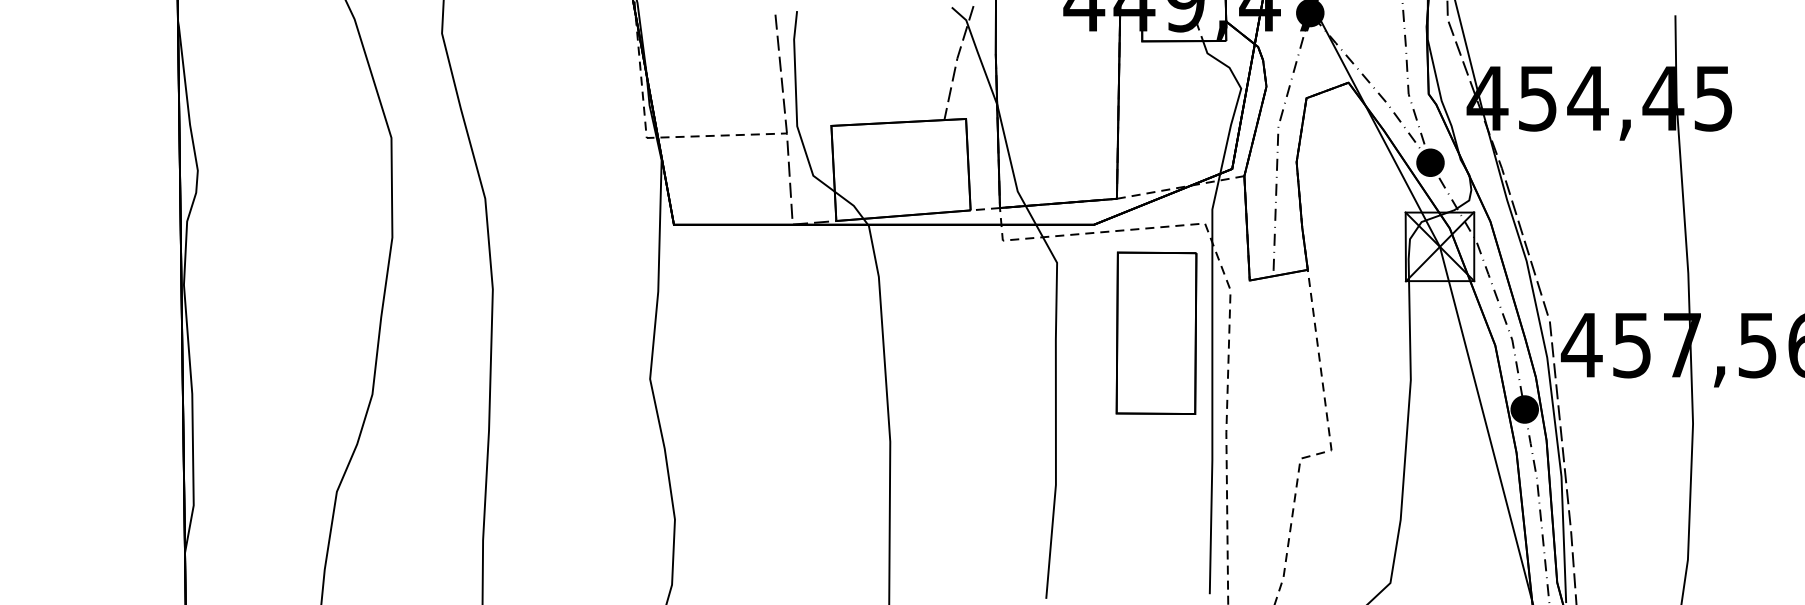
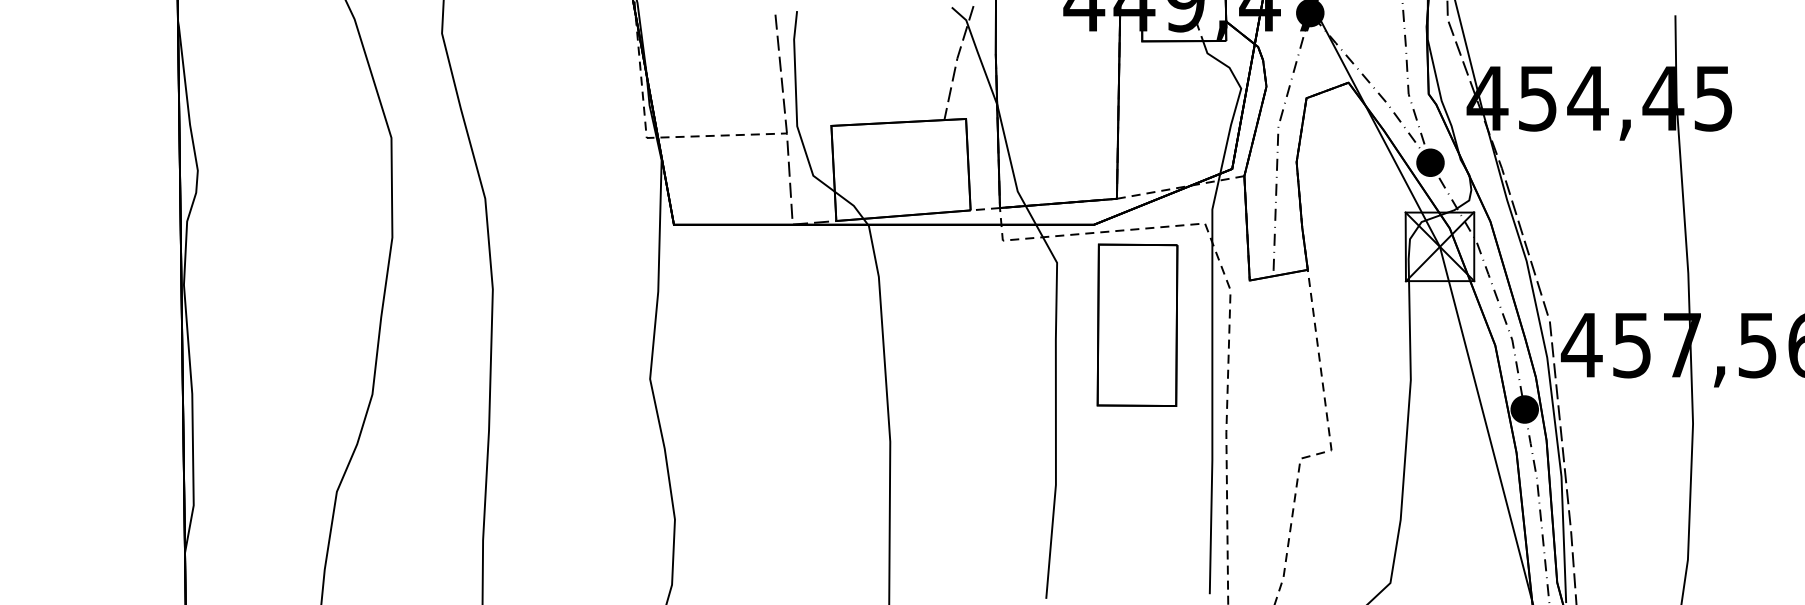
part at (1156, 332) position: (1156, 332) -> (1137, 324)
